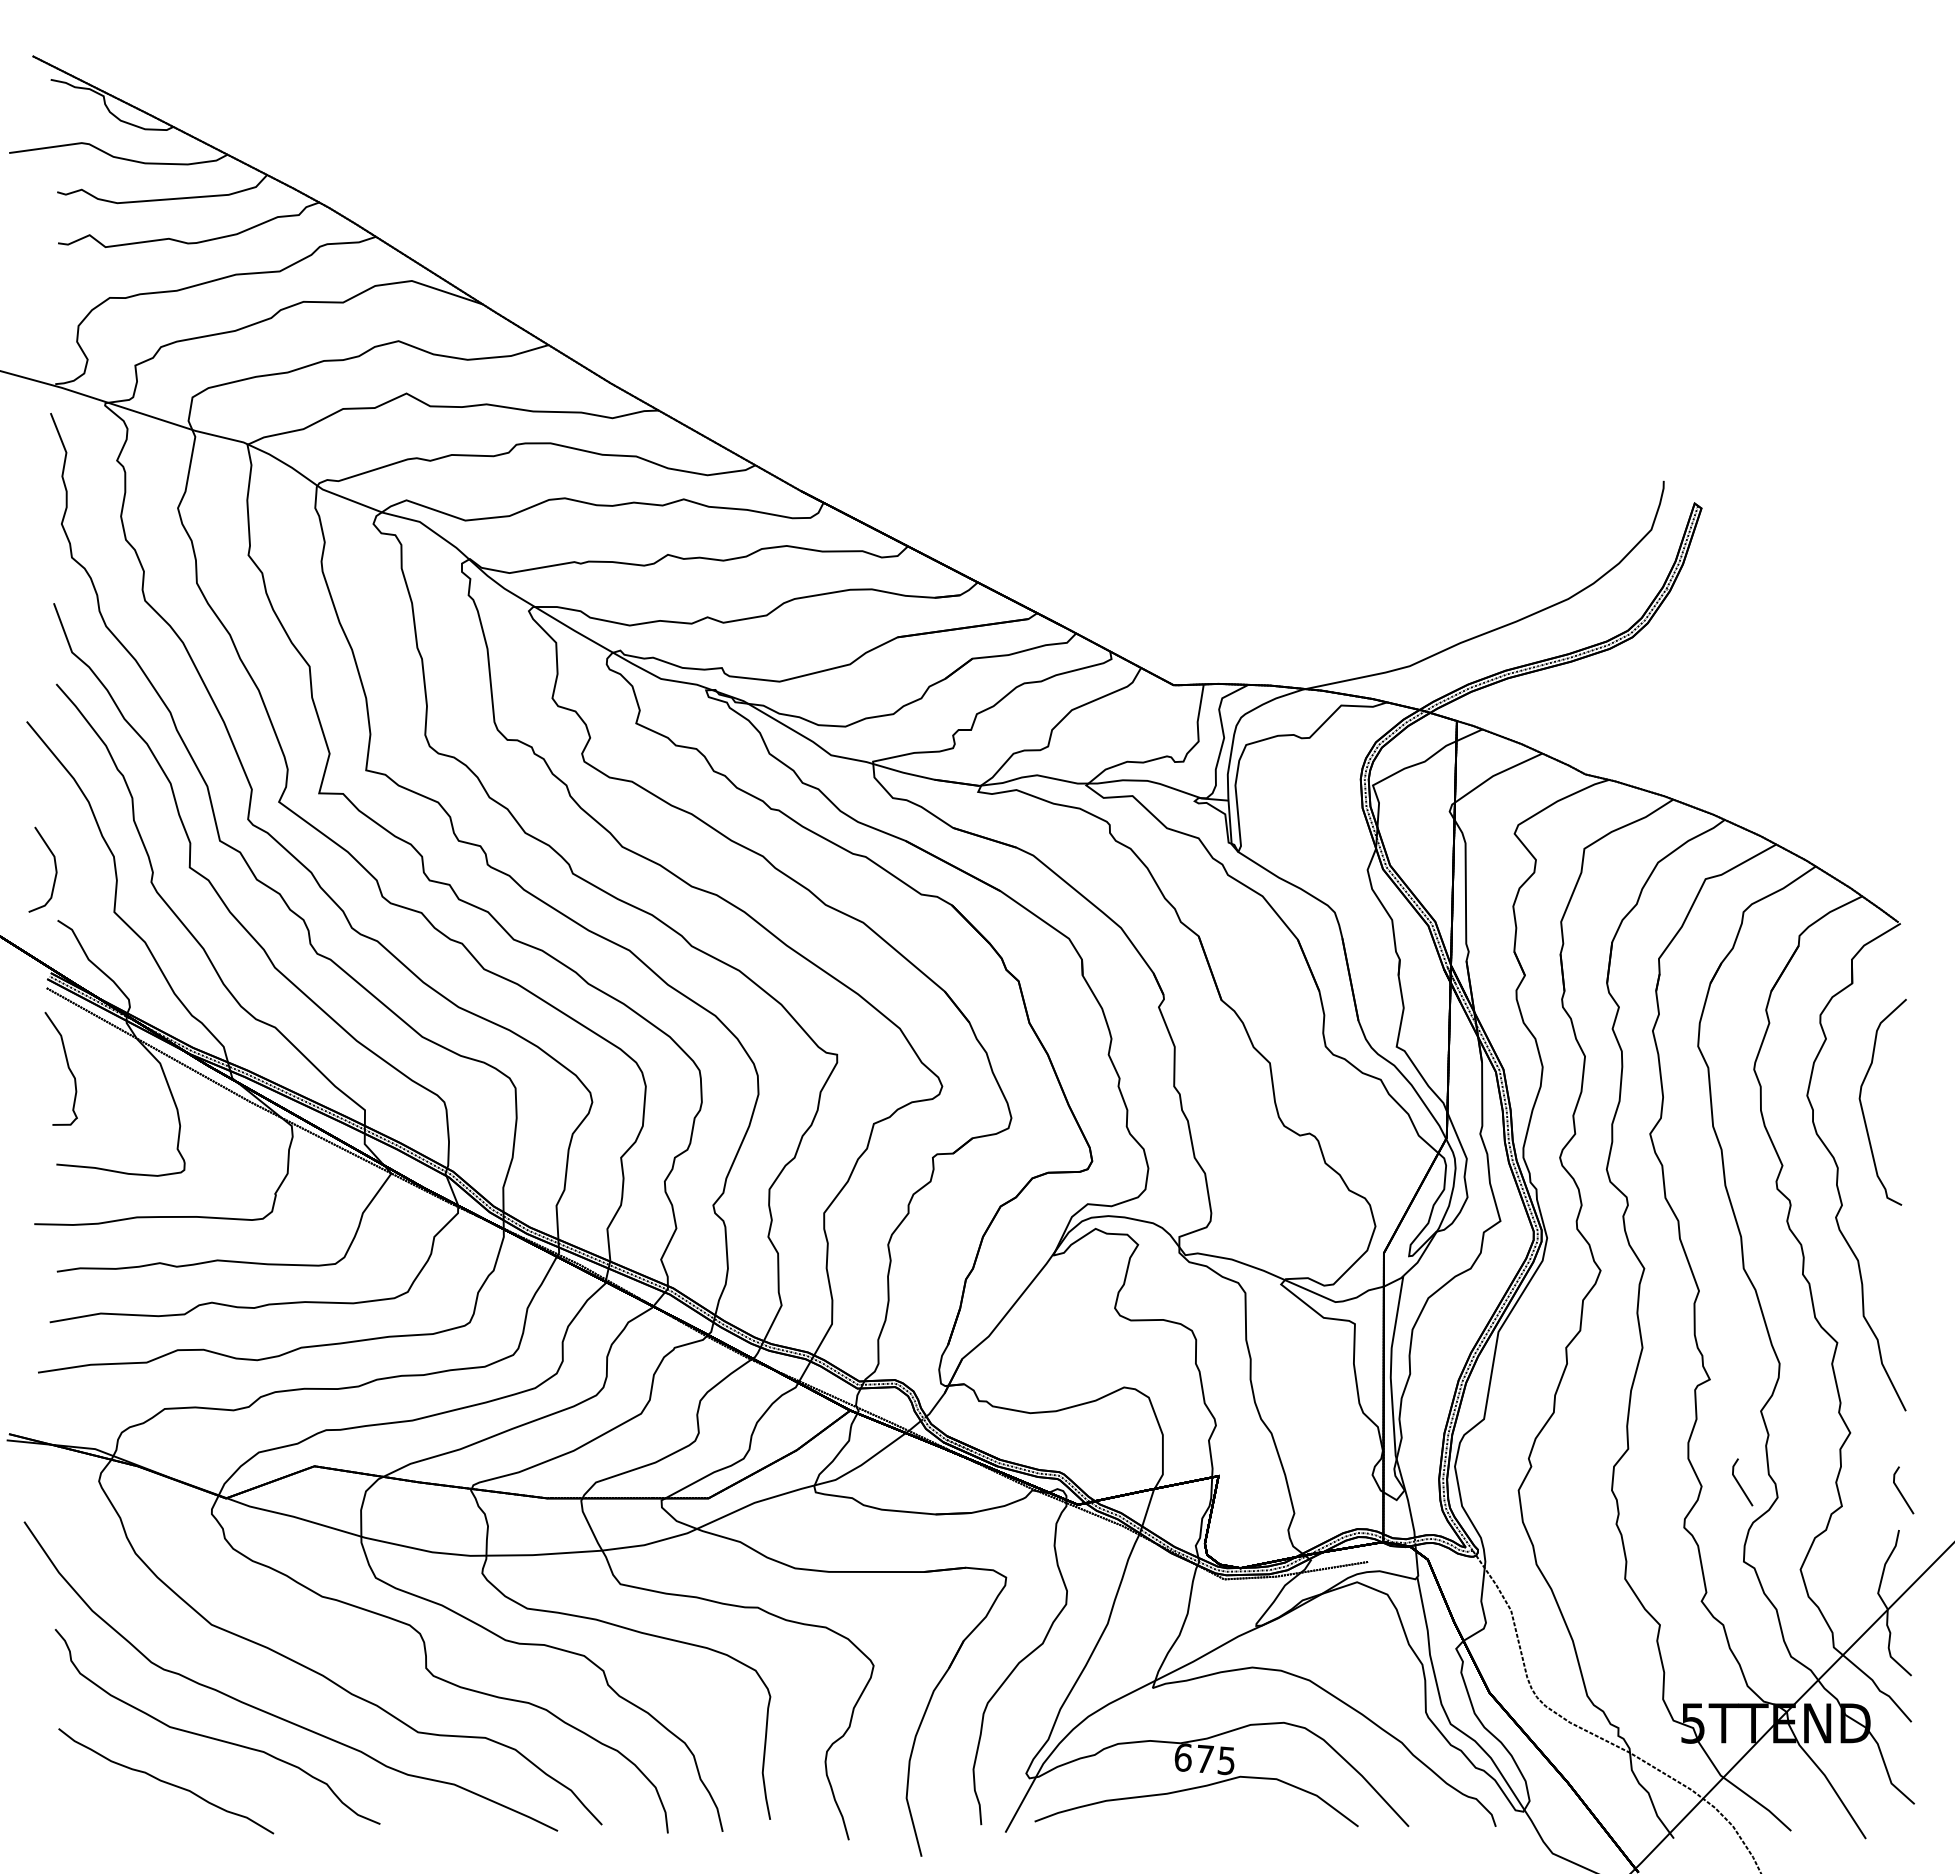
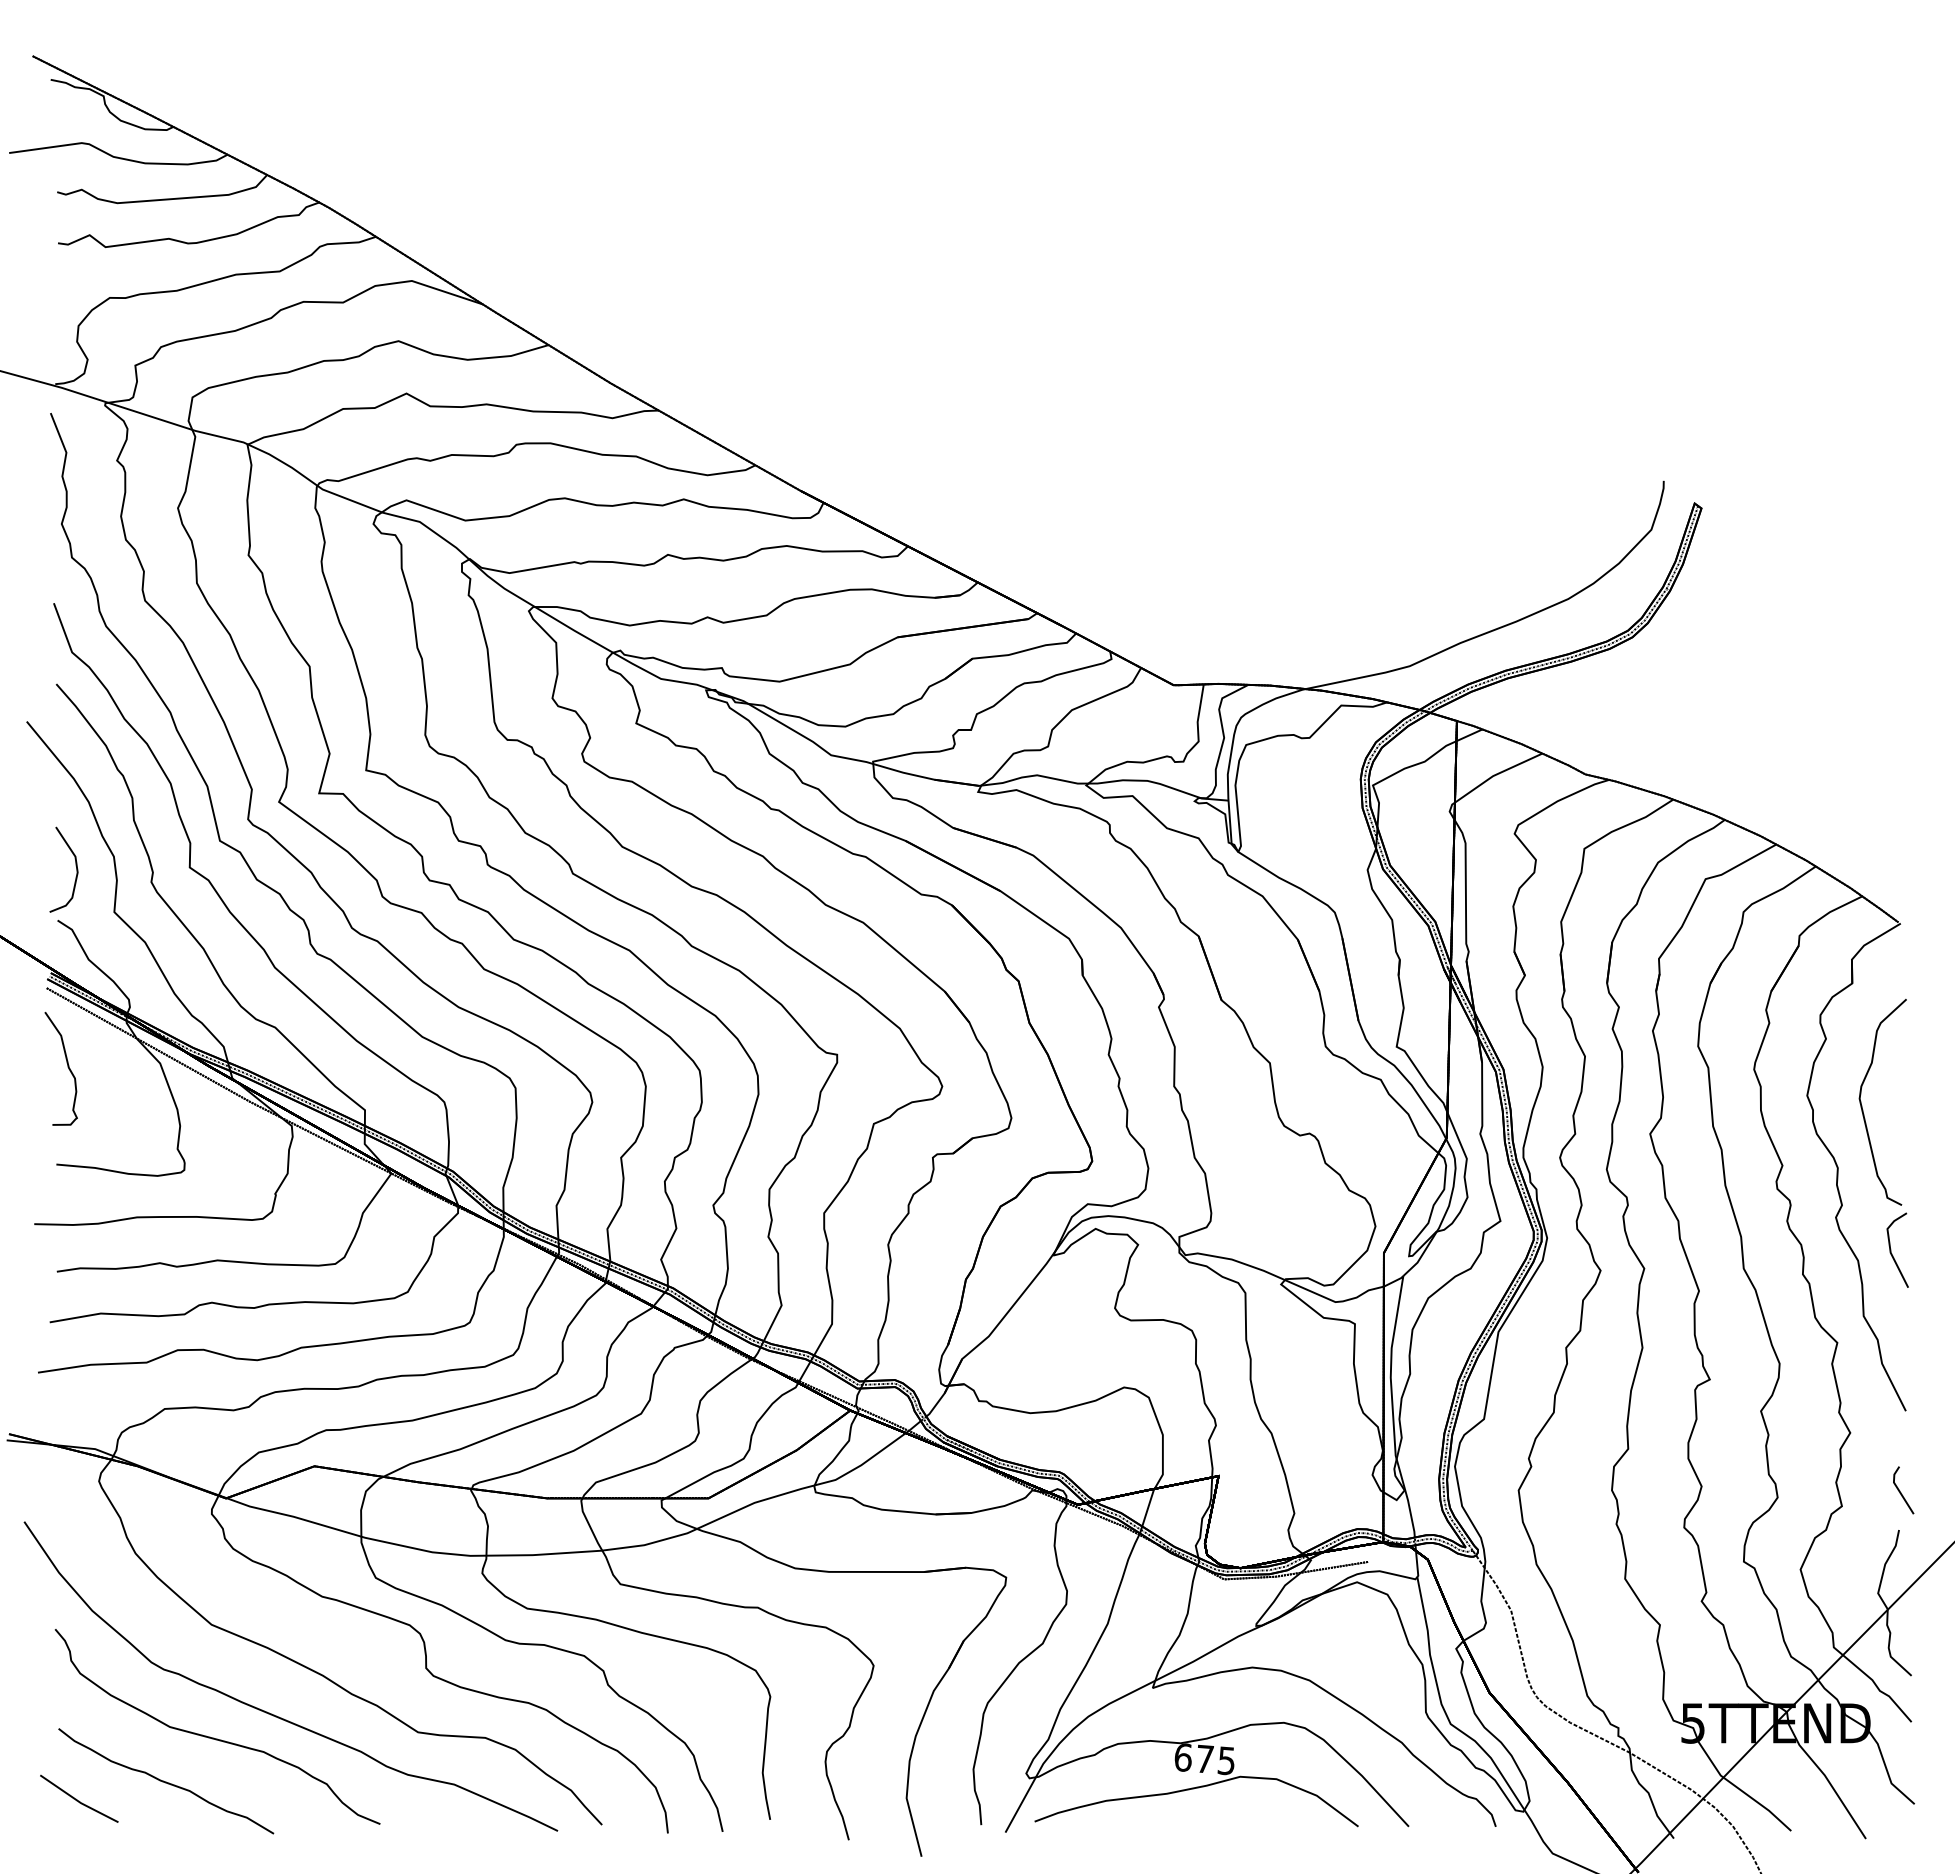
curve at (54, 865) position: (54, 865) -> (75, 865)
line at (1891, 1249): none -> present
line at (1740, 1484): present -> none
line at (79, 1800): none -> present
